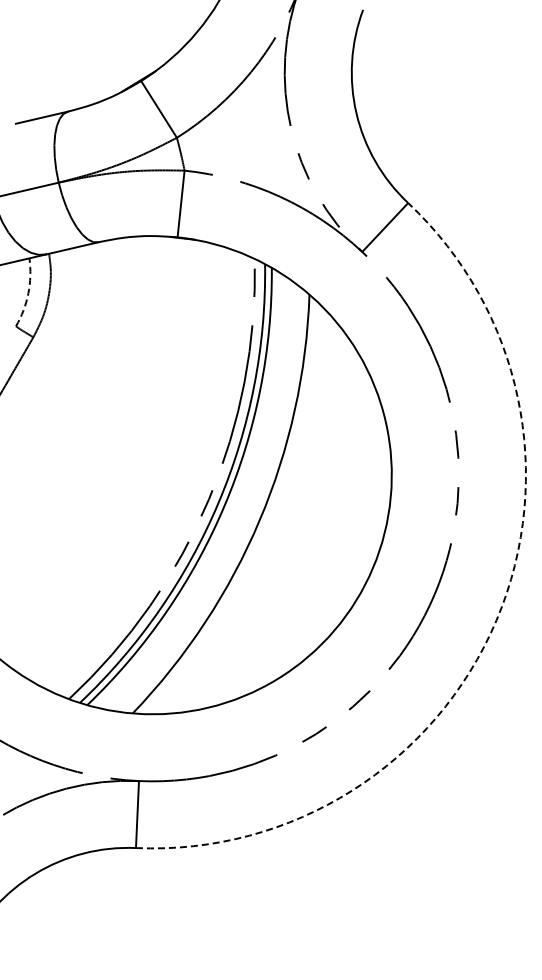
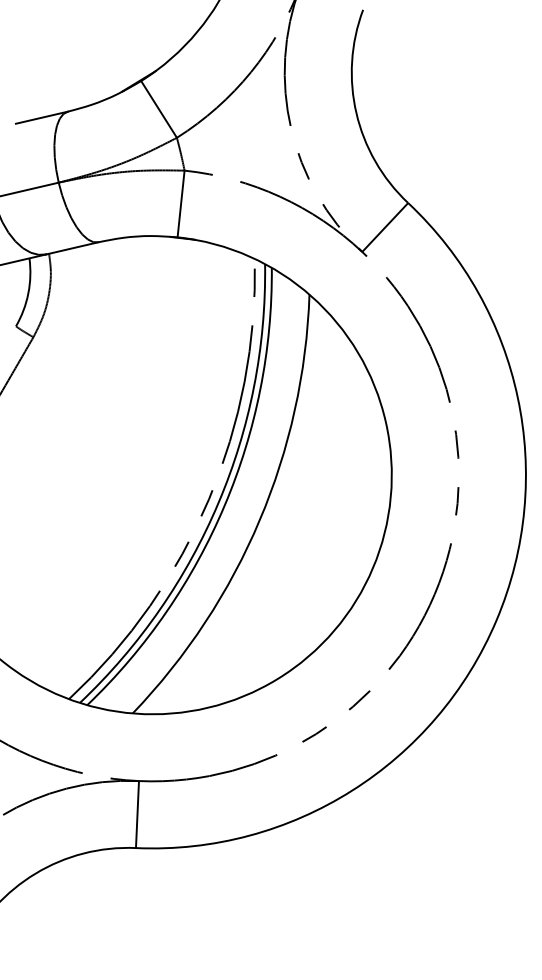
arc at (28, 293): dashed -> solid
arc at (496, 620): dashed -> solid
